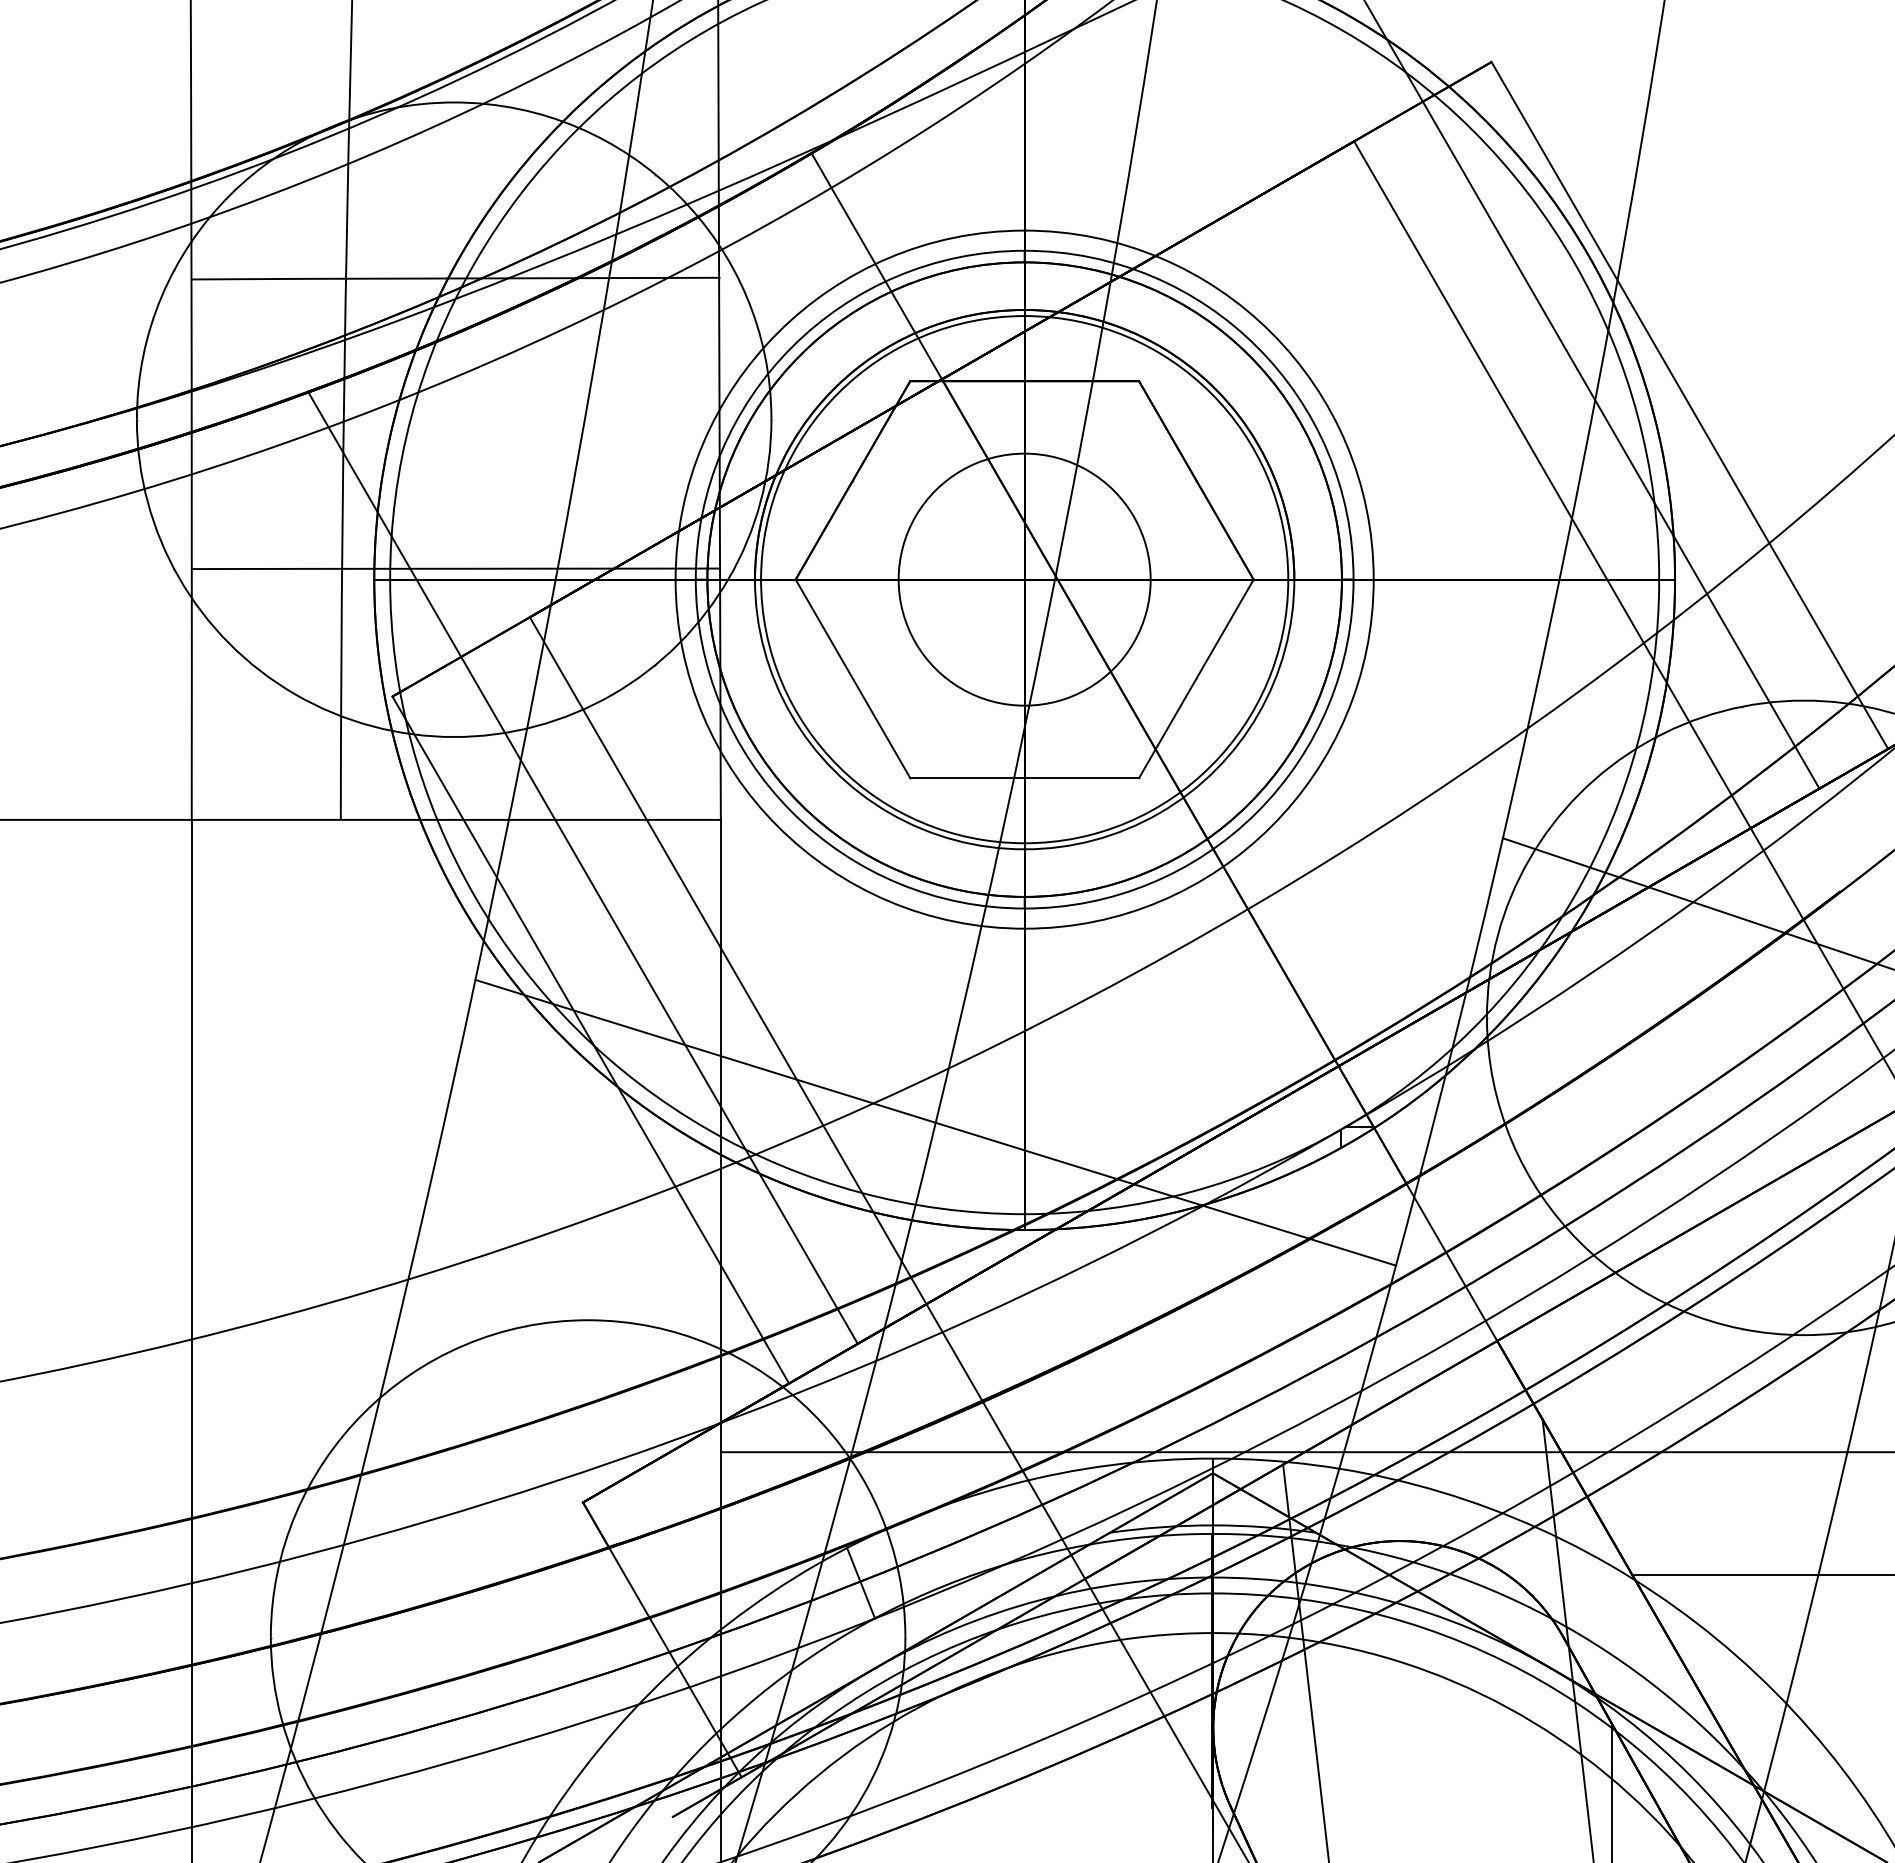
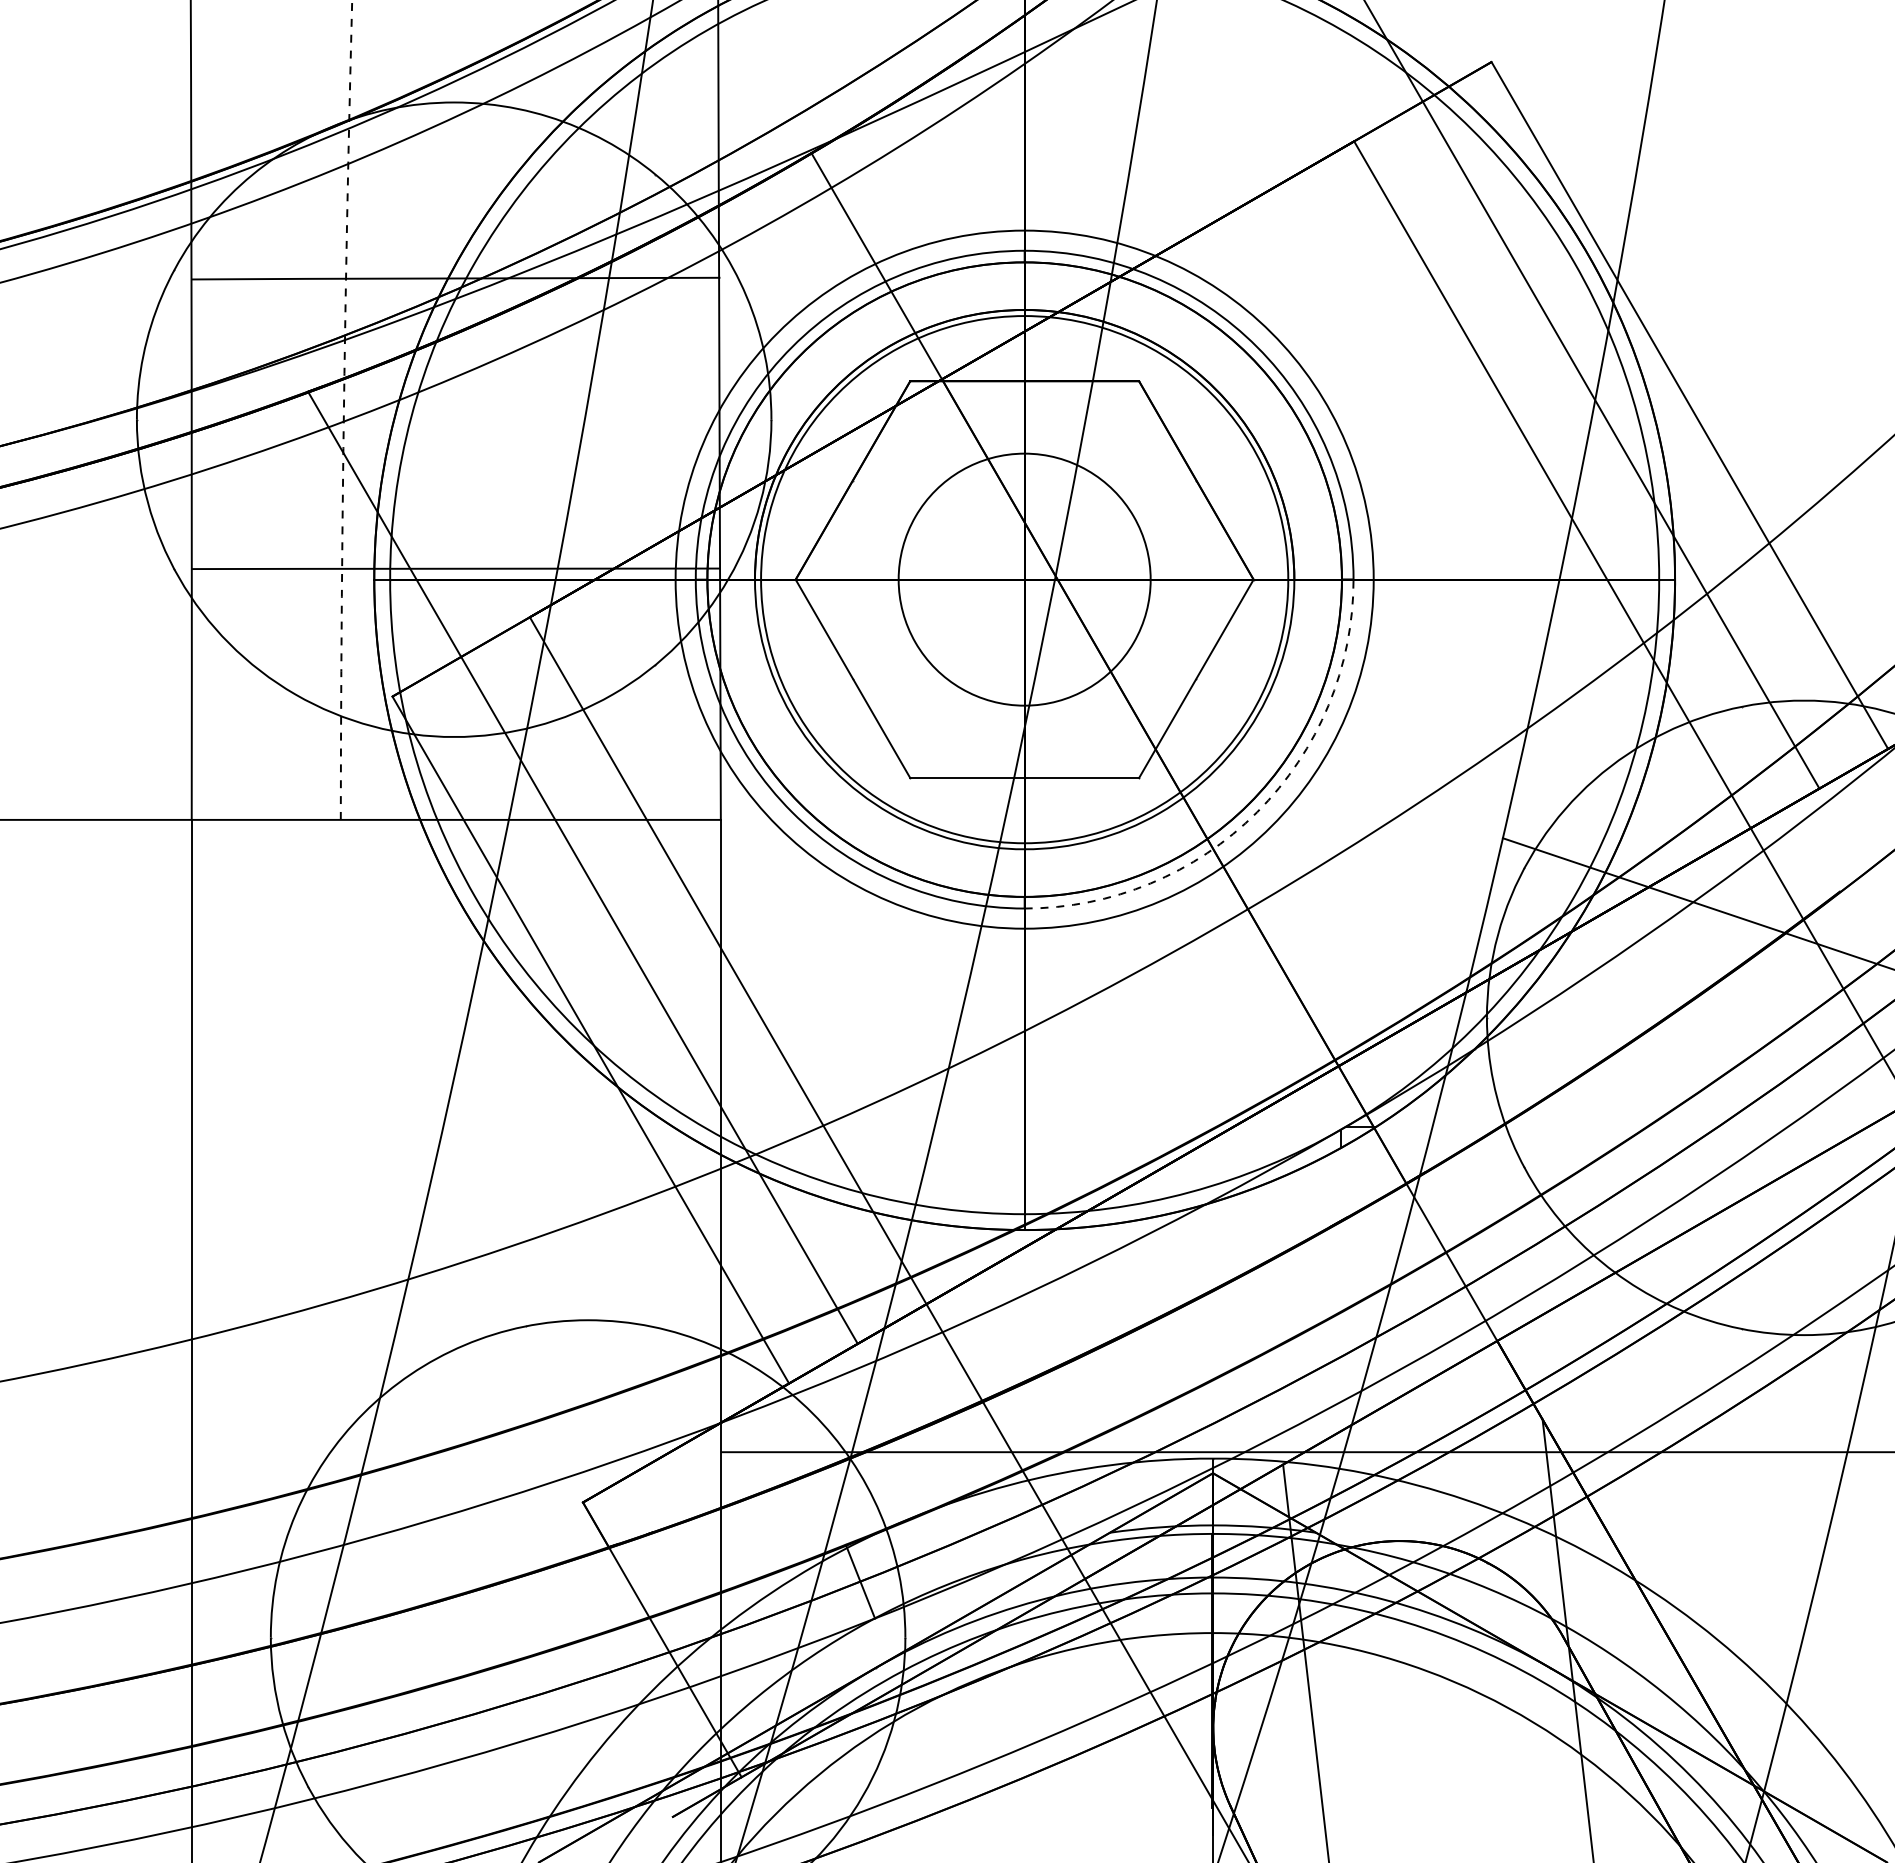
arc at (343, 409): solid -> dashed
arc at (1257, 812): solid -> dashed
line at (935, 1122): present -> none
line at (1761, 1575): present -> none
line at (1612, 1791): present -> none
